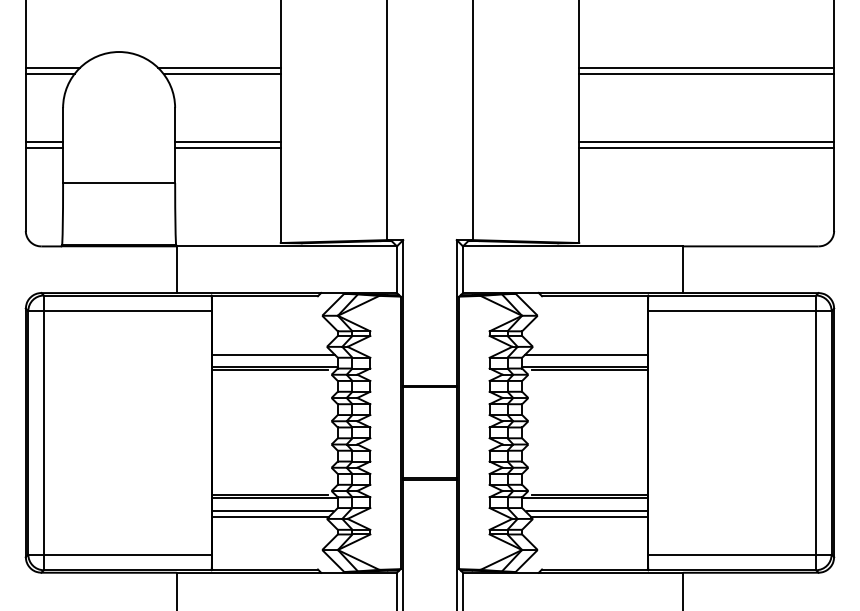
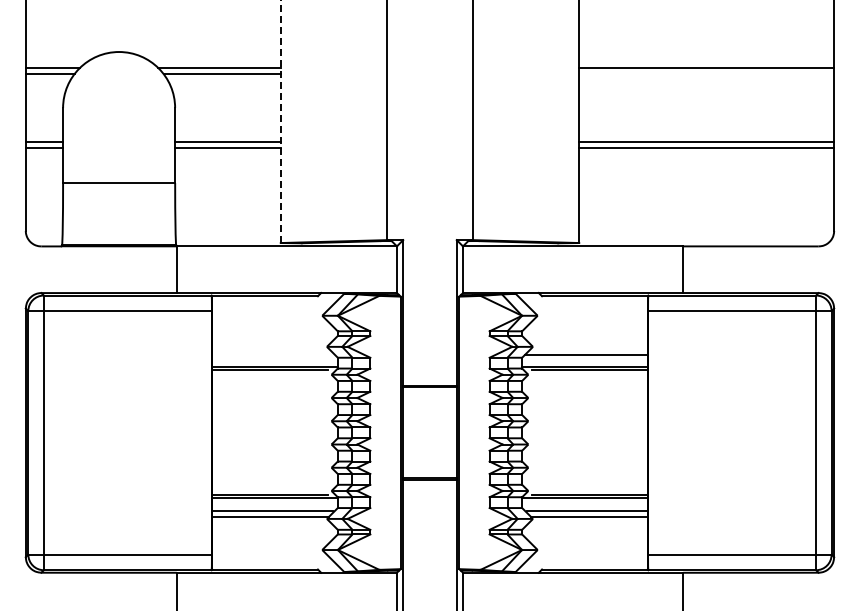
line at (706, 73): present -> none
line at (280, 121): solid -> dashed
line at (273, 355): present -> none
